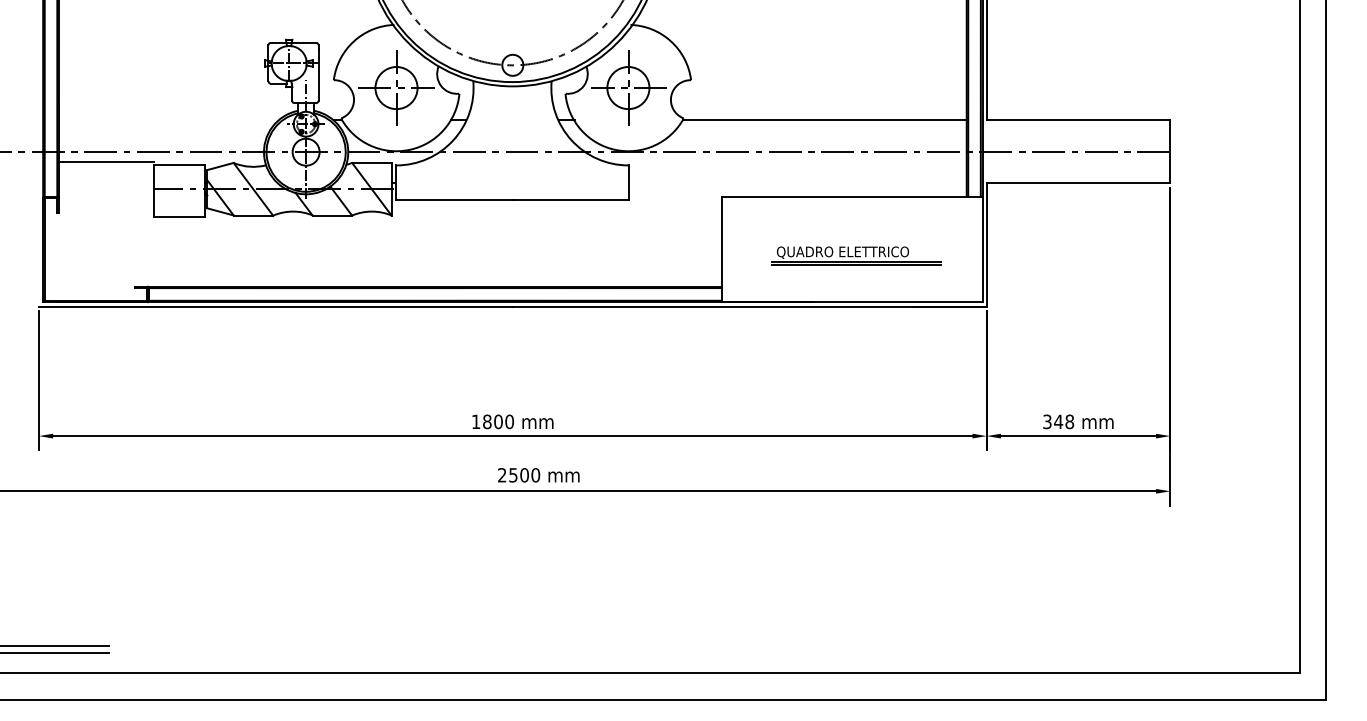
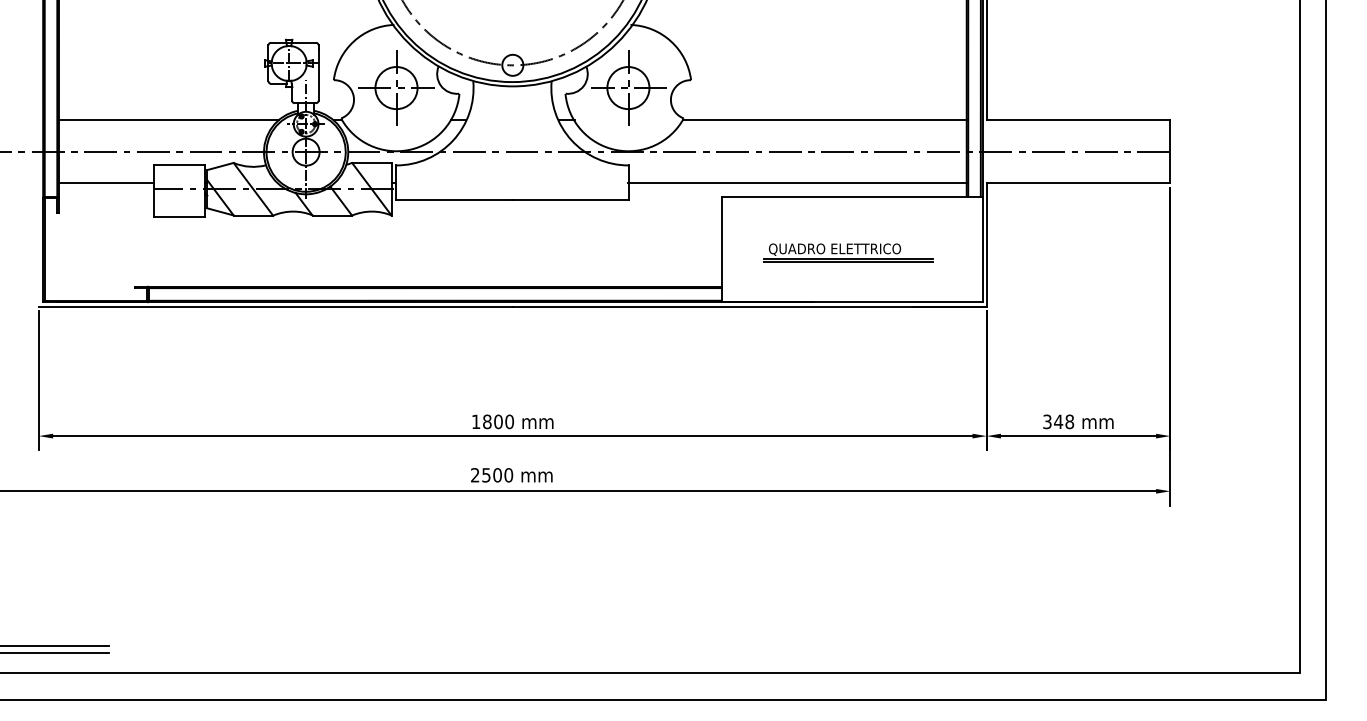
line at (168, 120): none -> present
line at (106, 162) position: (106, 162) -> (106, 183)
line at (797, 183): none -> present
part at (856, 255) position: (856, 255) -> (848, 252)
text at (538, 475) position: (538, 475) -> (511, 475)
